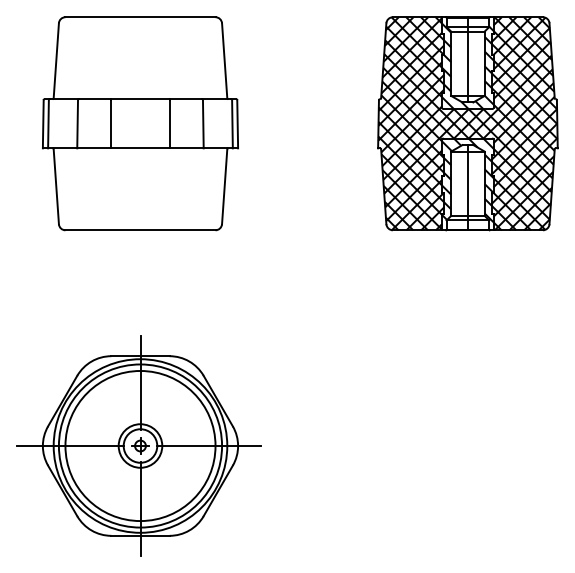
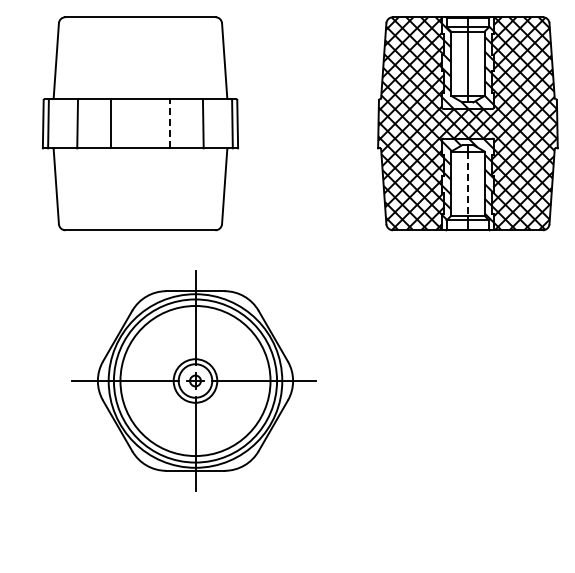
line at (169, 123): solid -> dashed
line at (467, 184): solid -> dashed
part at (138, 445) position: (138, 445) -> (193, 380)
